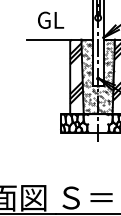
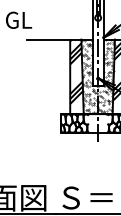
text at (51, 19) position: (51, 19) -> (19, 19)
